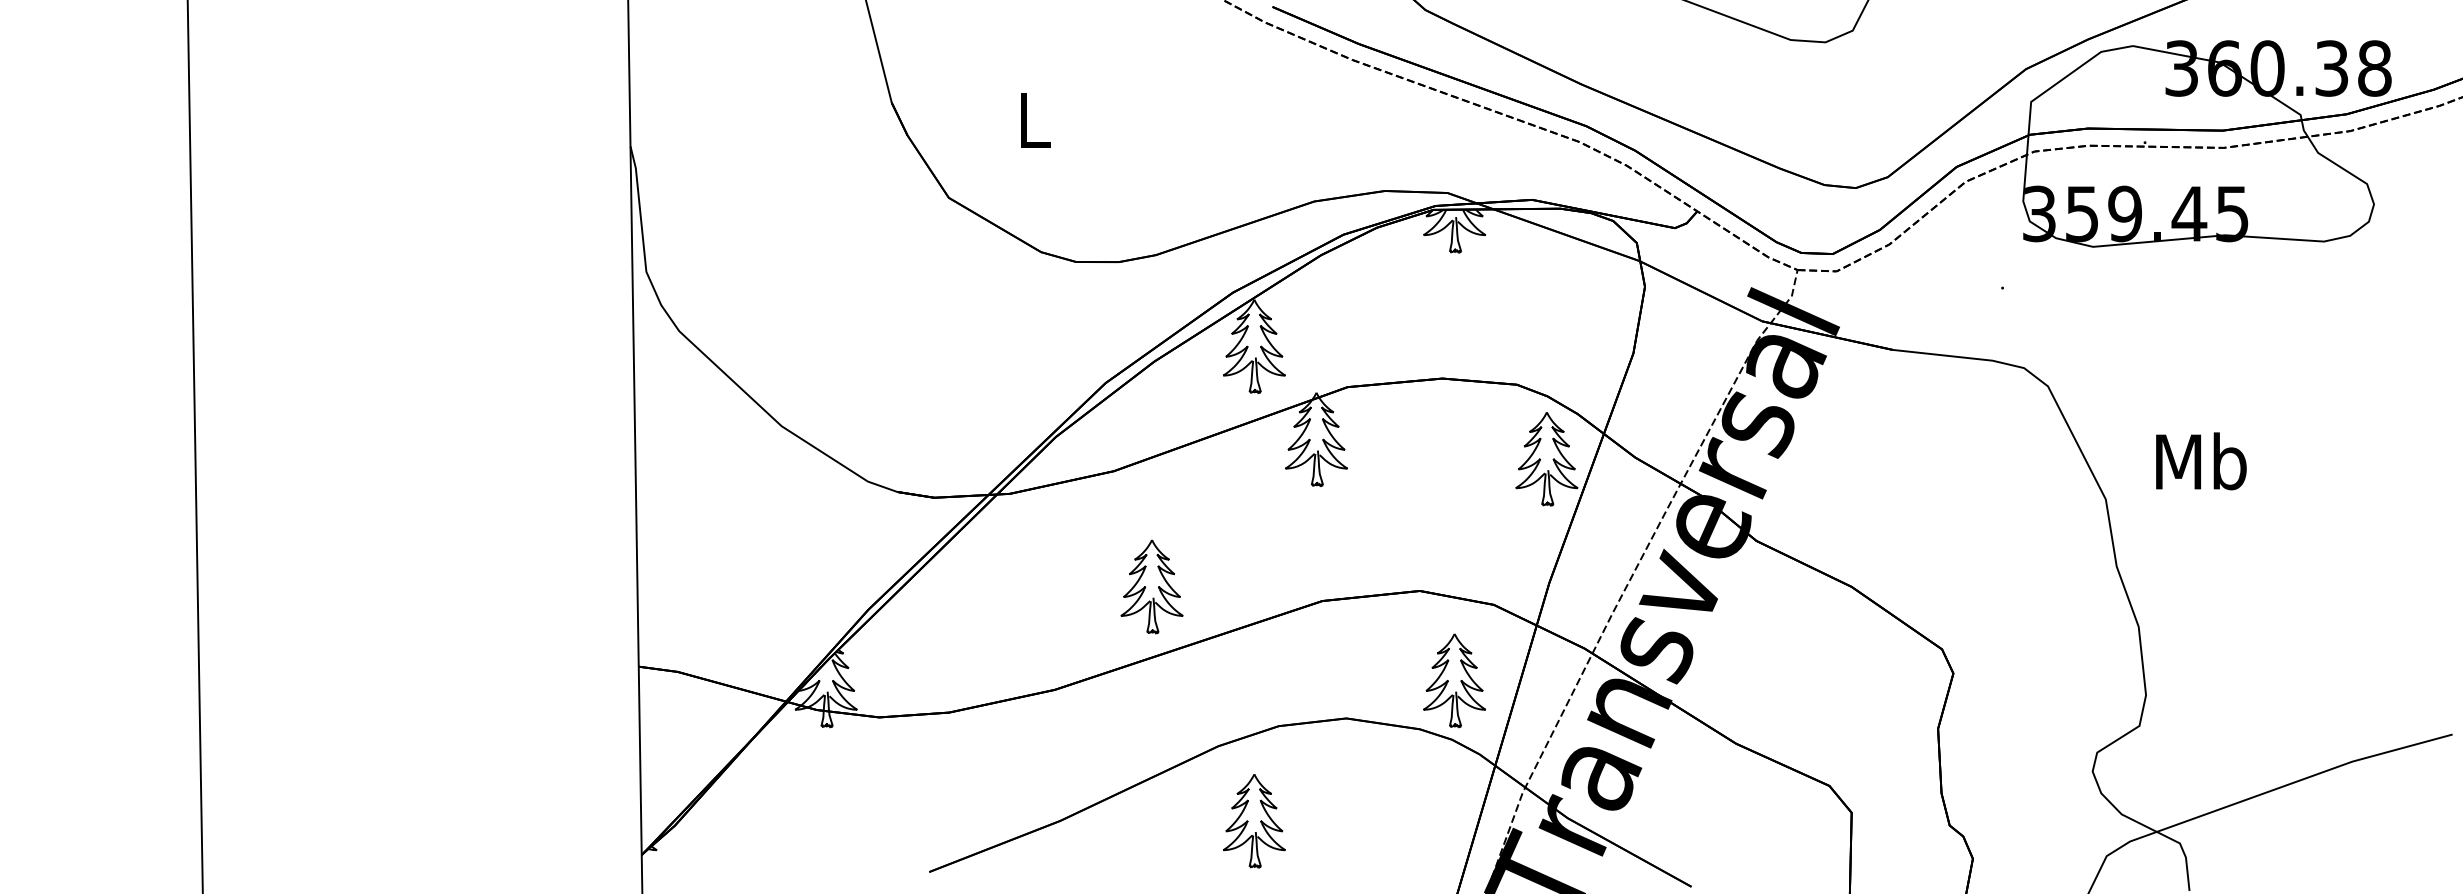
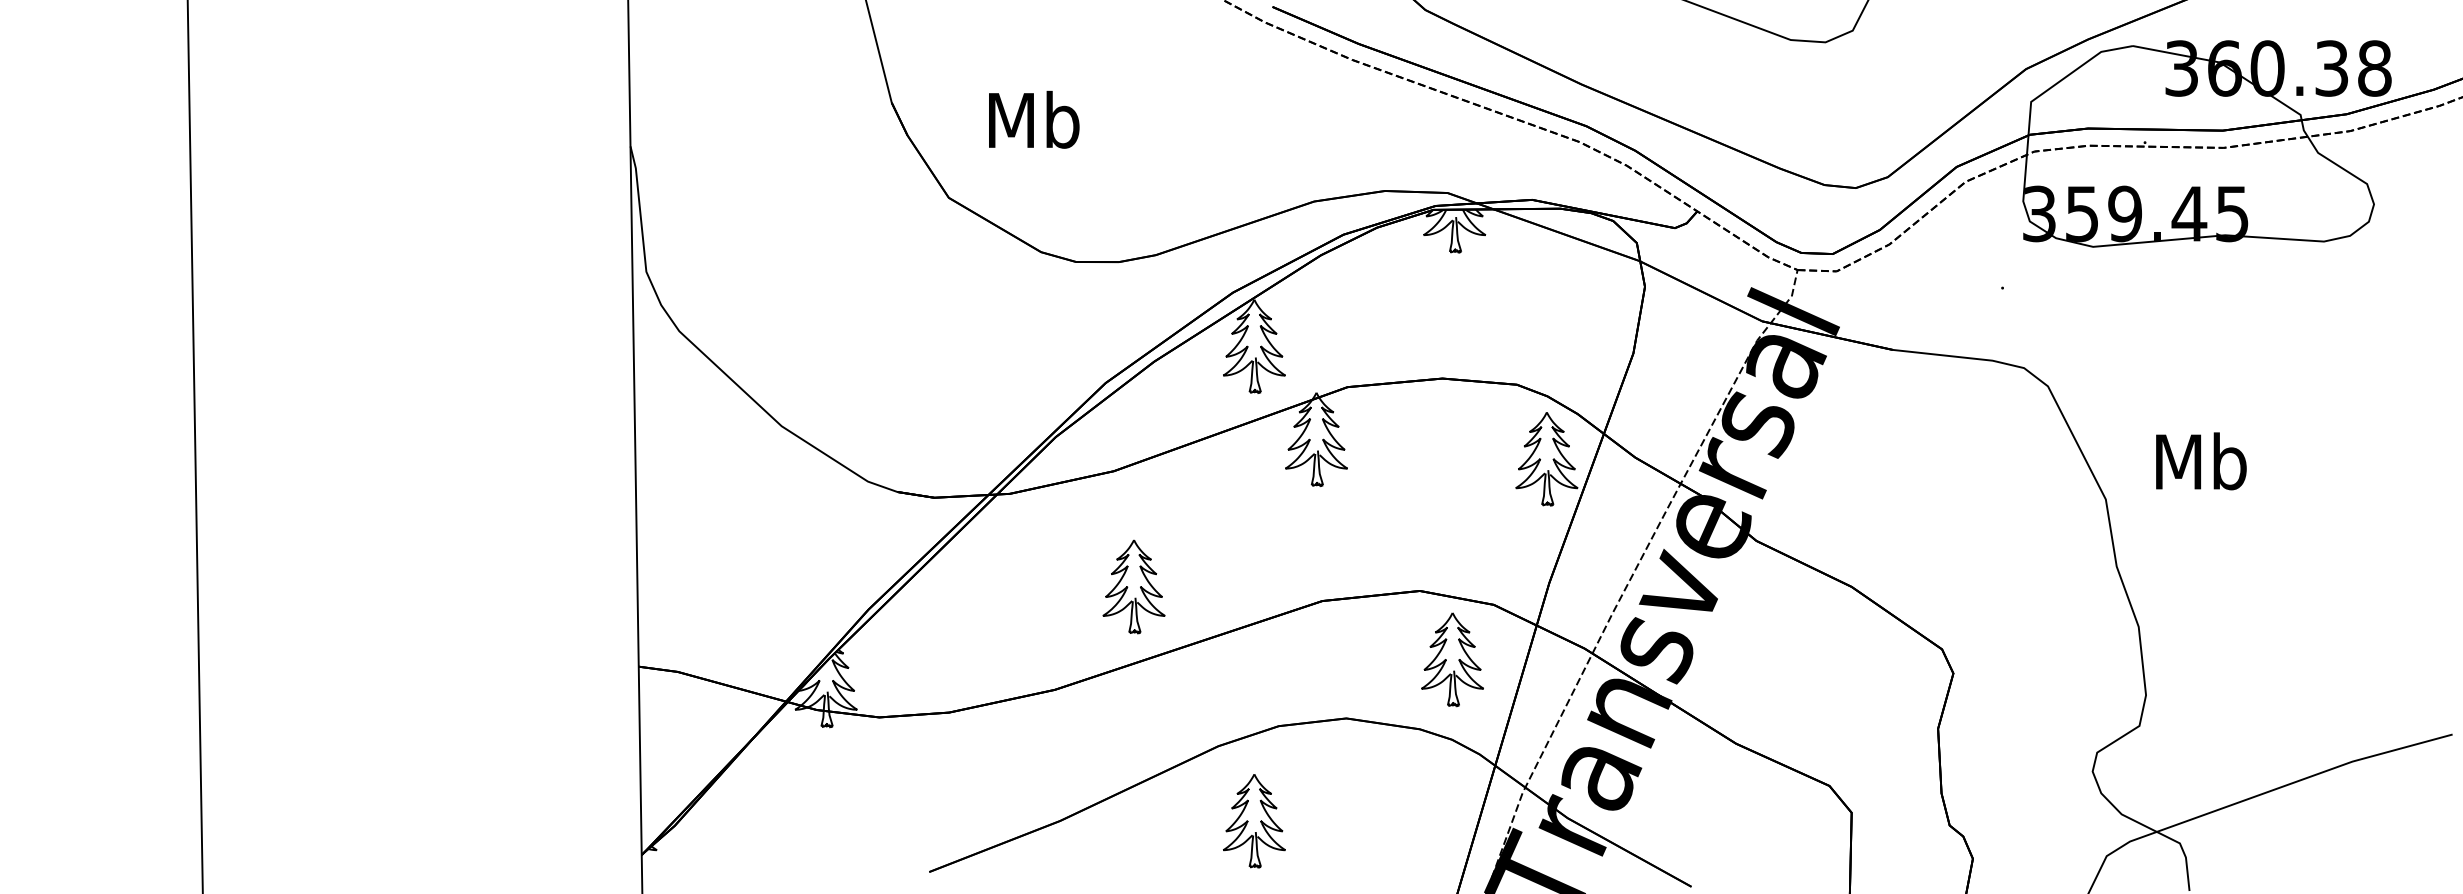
text at (1034, 119): L -> Mb
part at (1151, 586) position: (1151, 586) -> (1133, 586)
part at (1454, 680) position: (1454, 680) -> (1452, 659)
